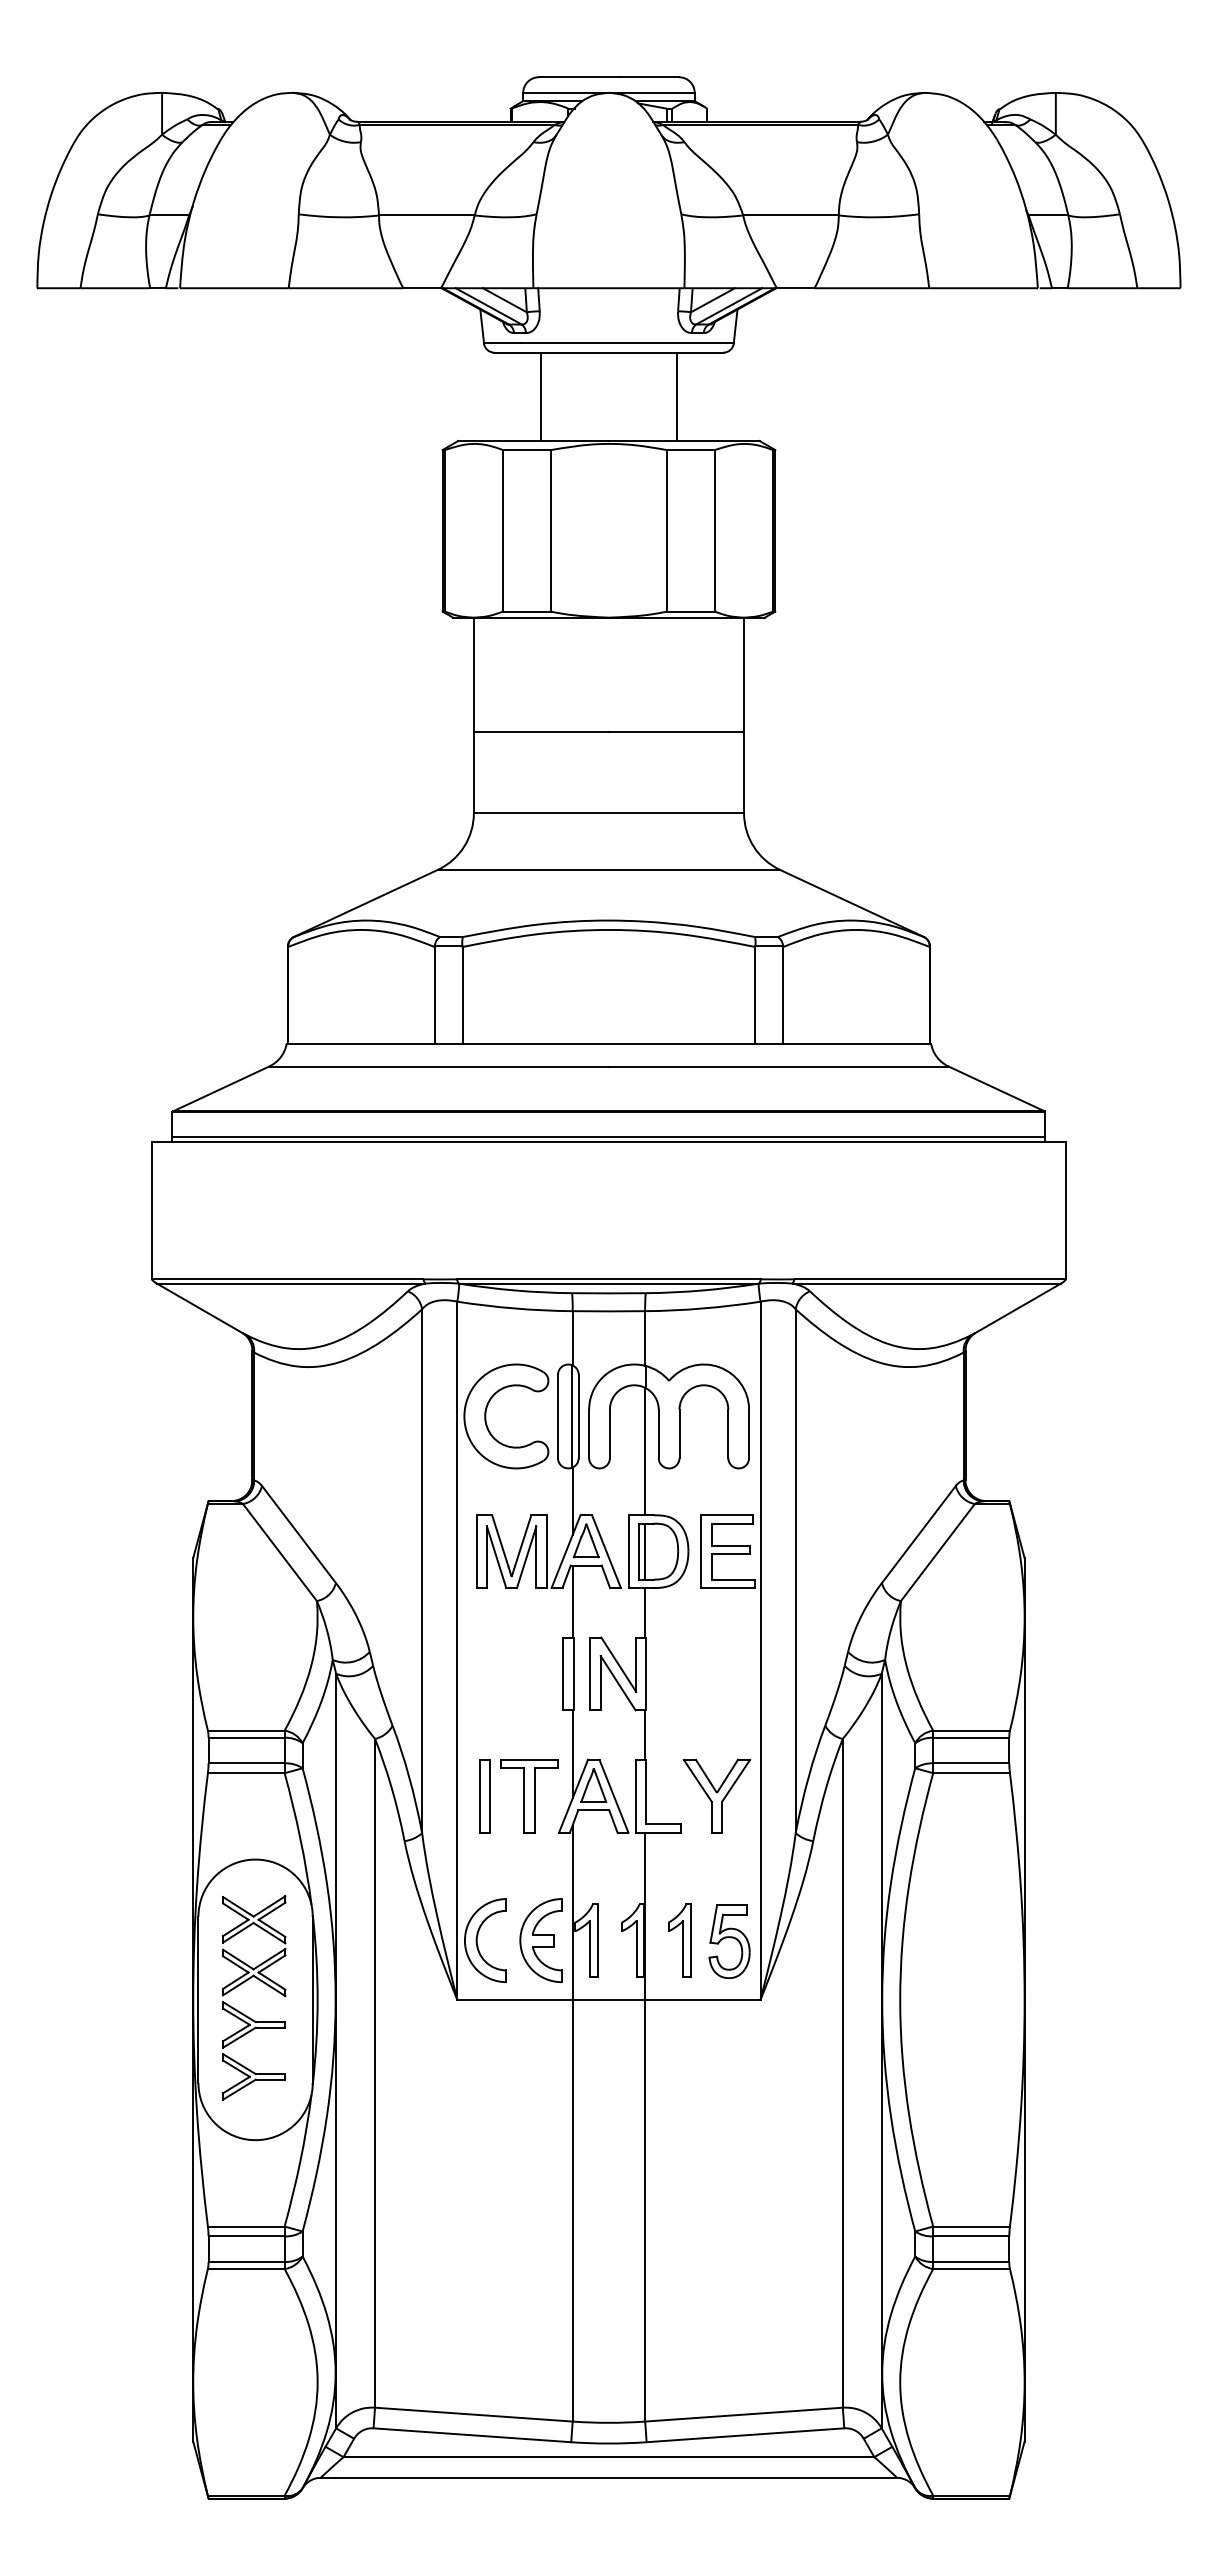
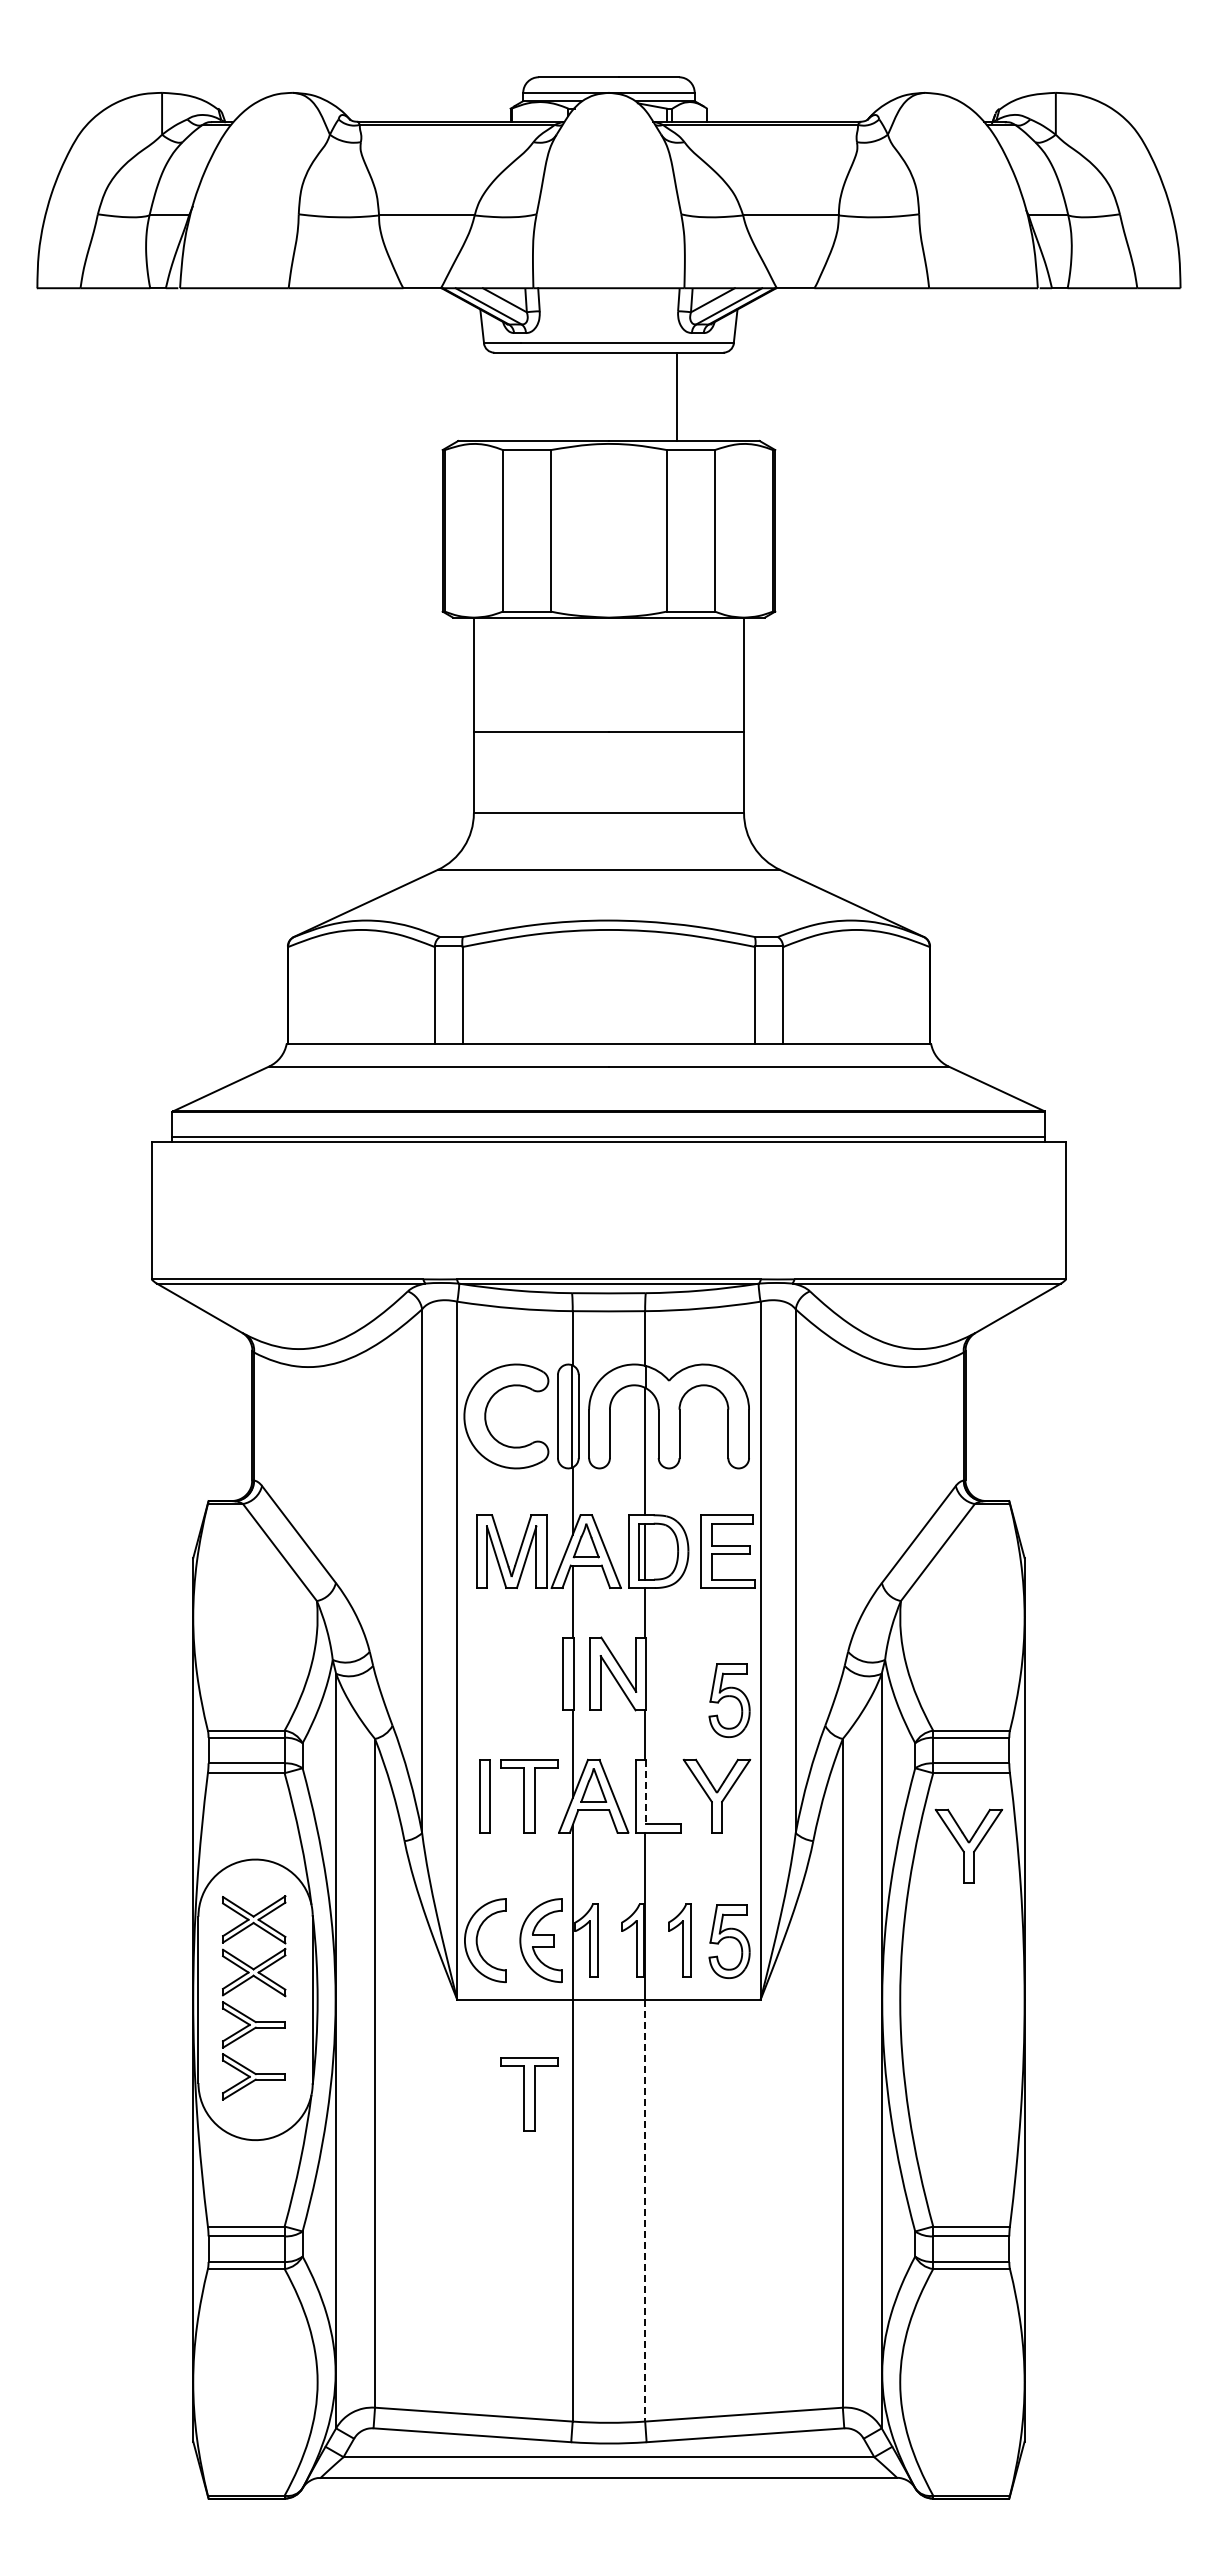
line at (541, 396): present -> none
part at (729, 1700): none -> present
line at (646, 1792): solid -> dashed
part at (968, 1845): none -> present
part at (529, 2094): none -> present
line at (645, 2210): solid -> dashed
